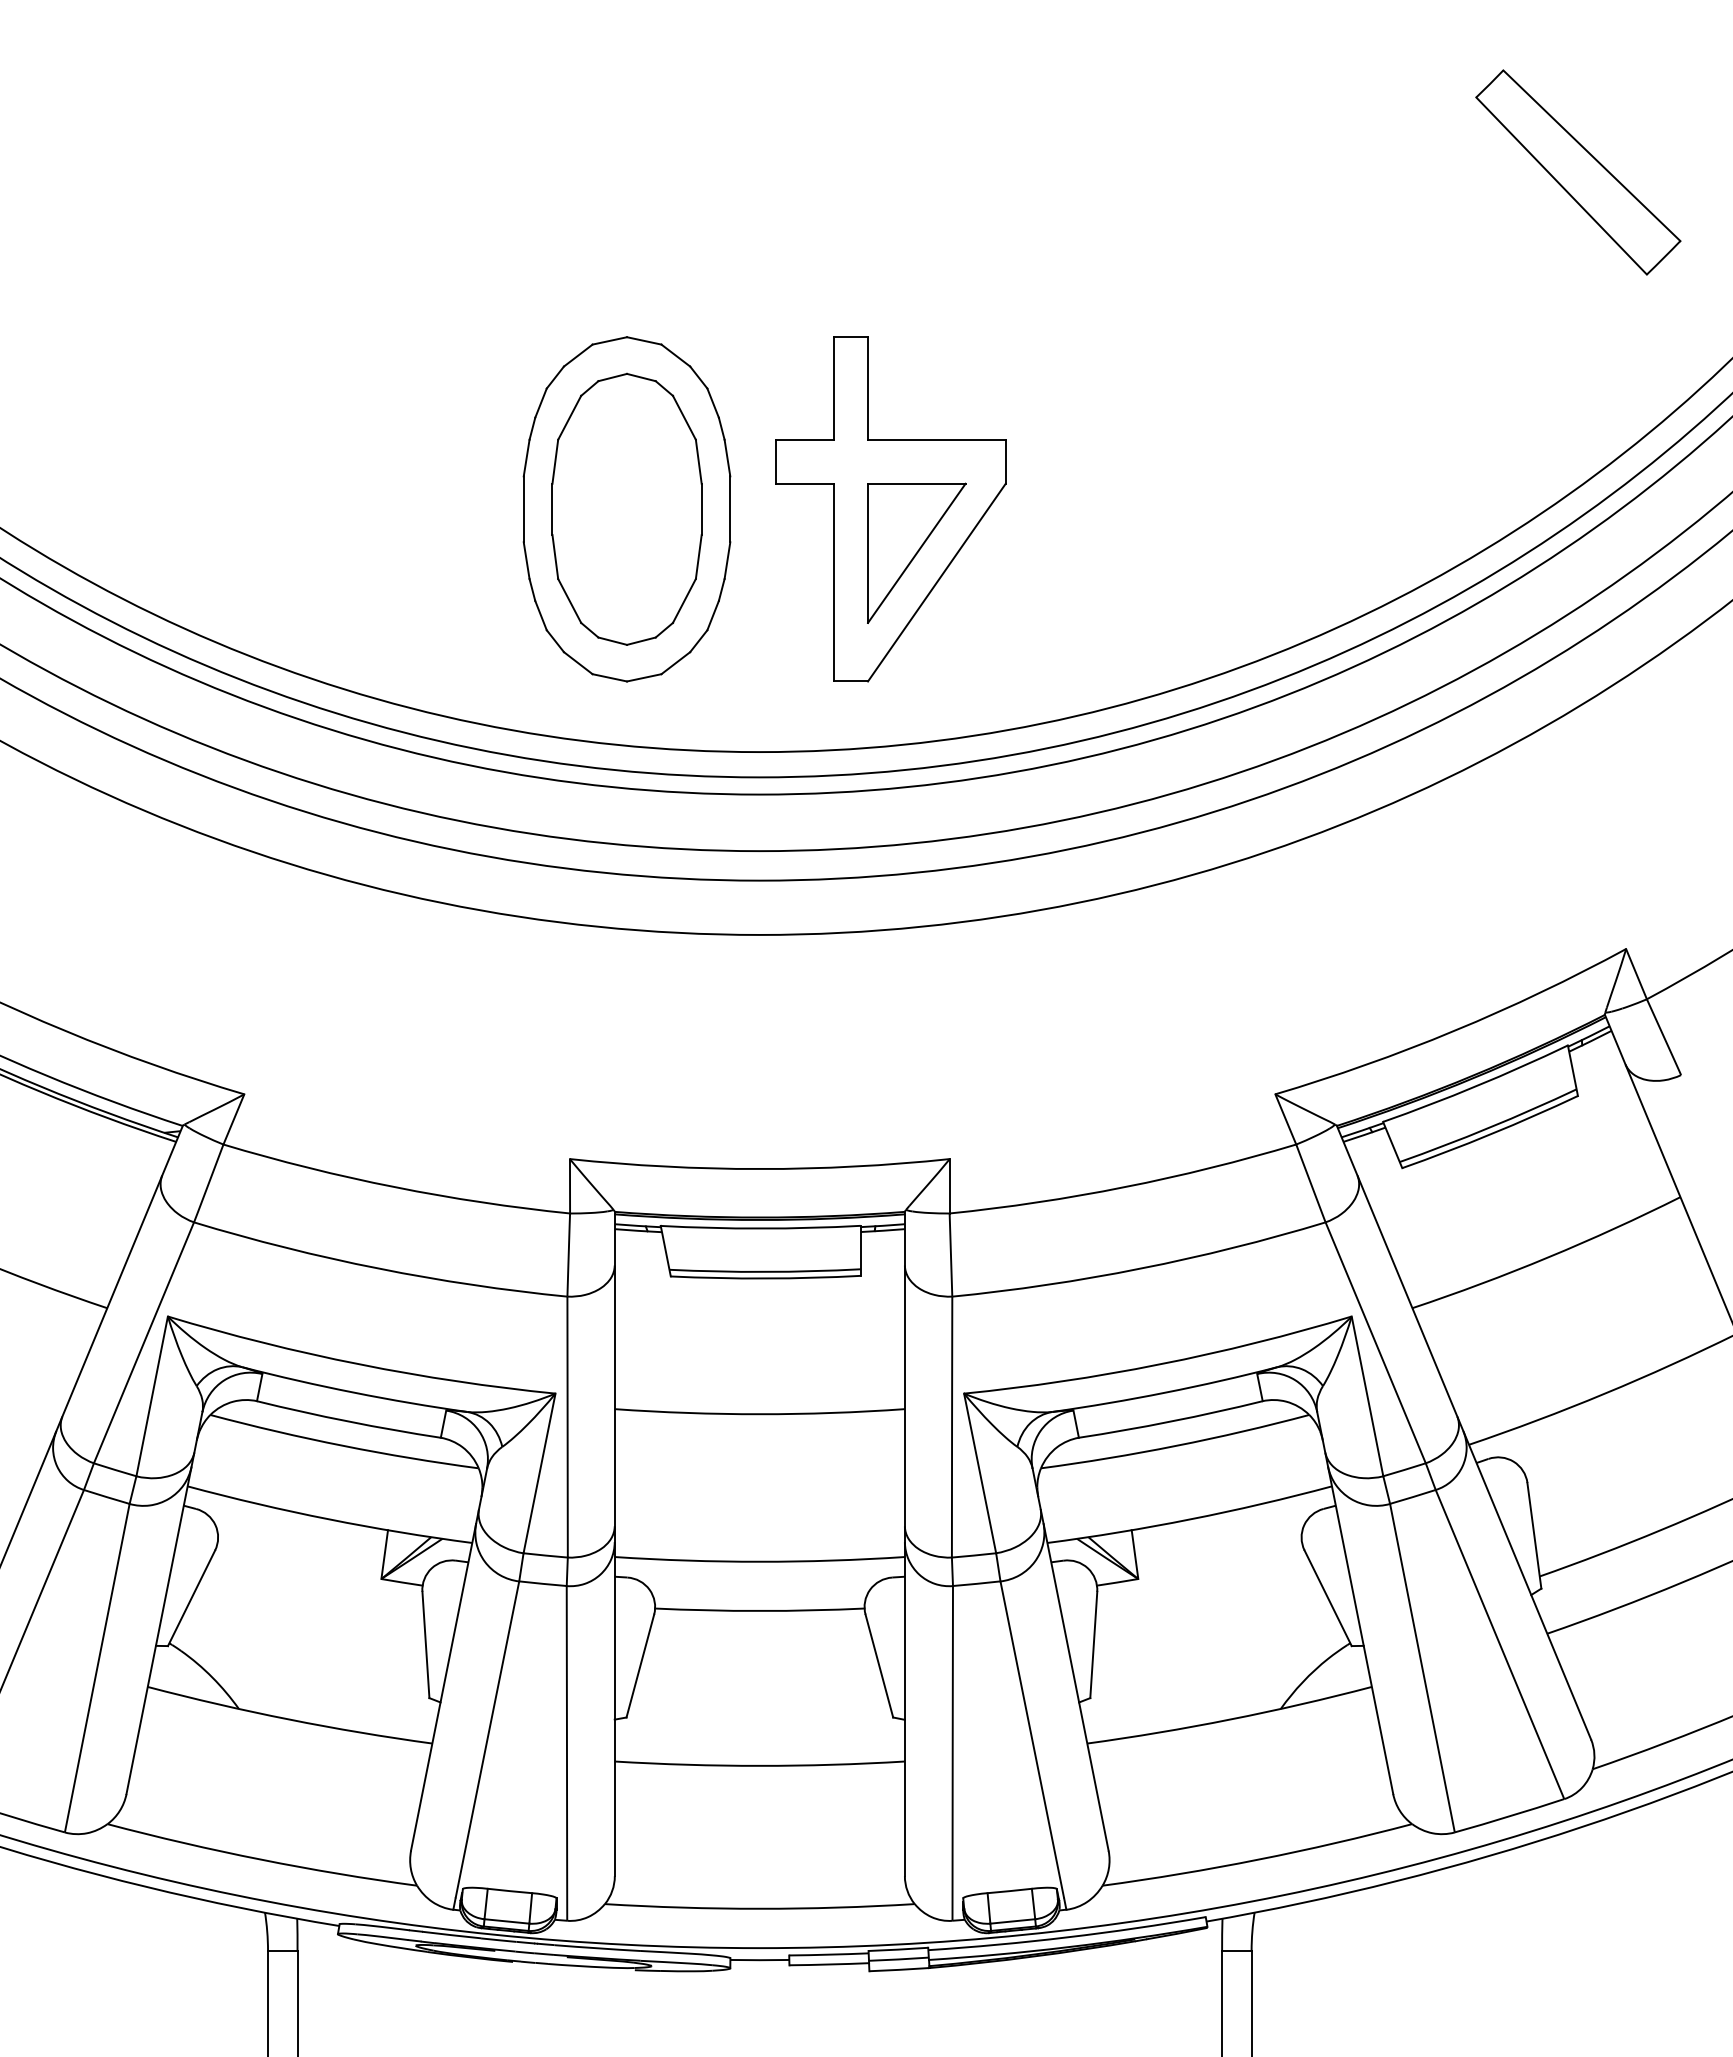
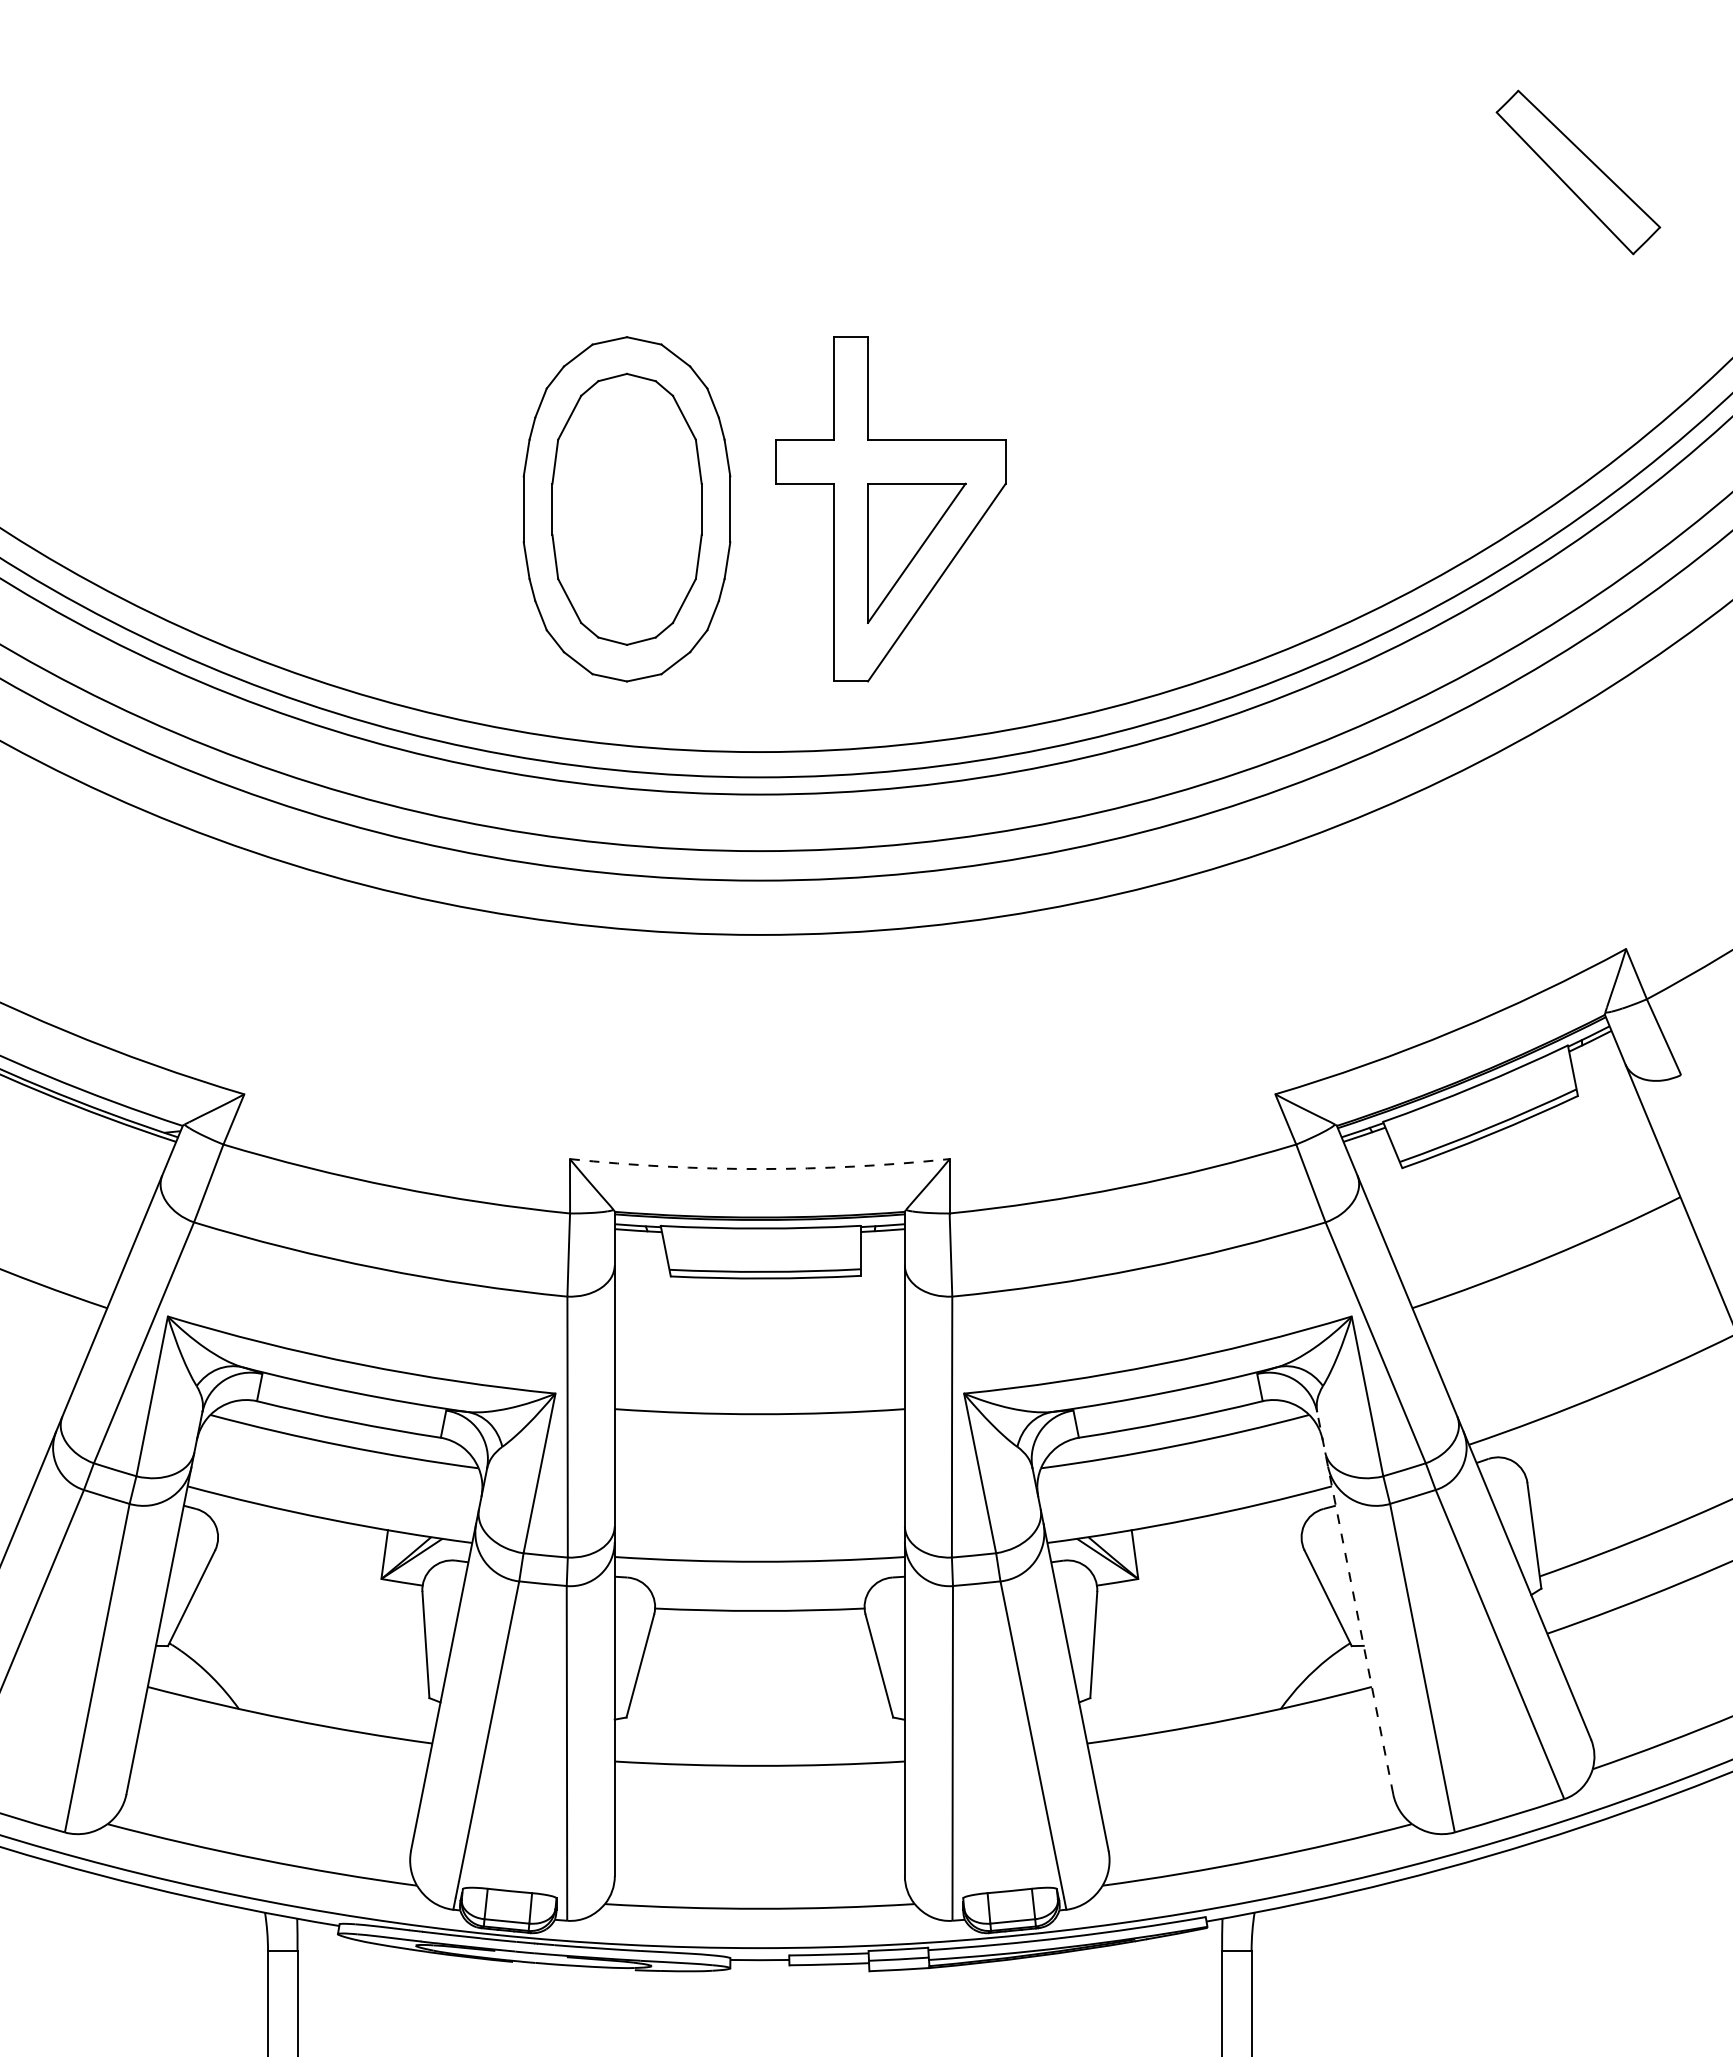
part at (1578, 172) size: 207x207 px -> 167x167 px
arc at (759, 1169): solid -> dashed
line at (1355, 1603): solid -> dashed
